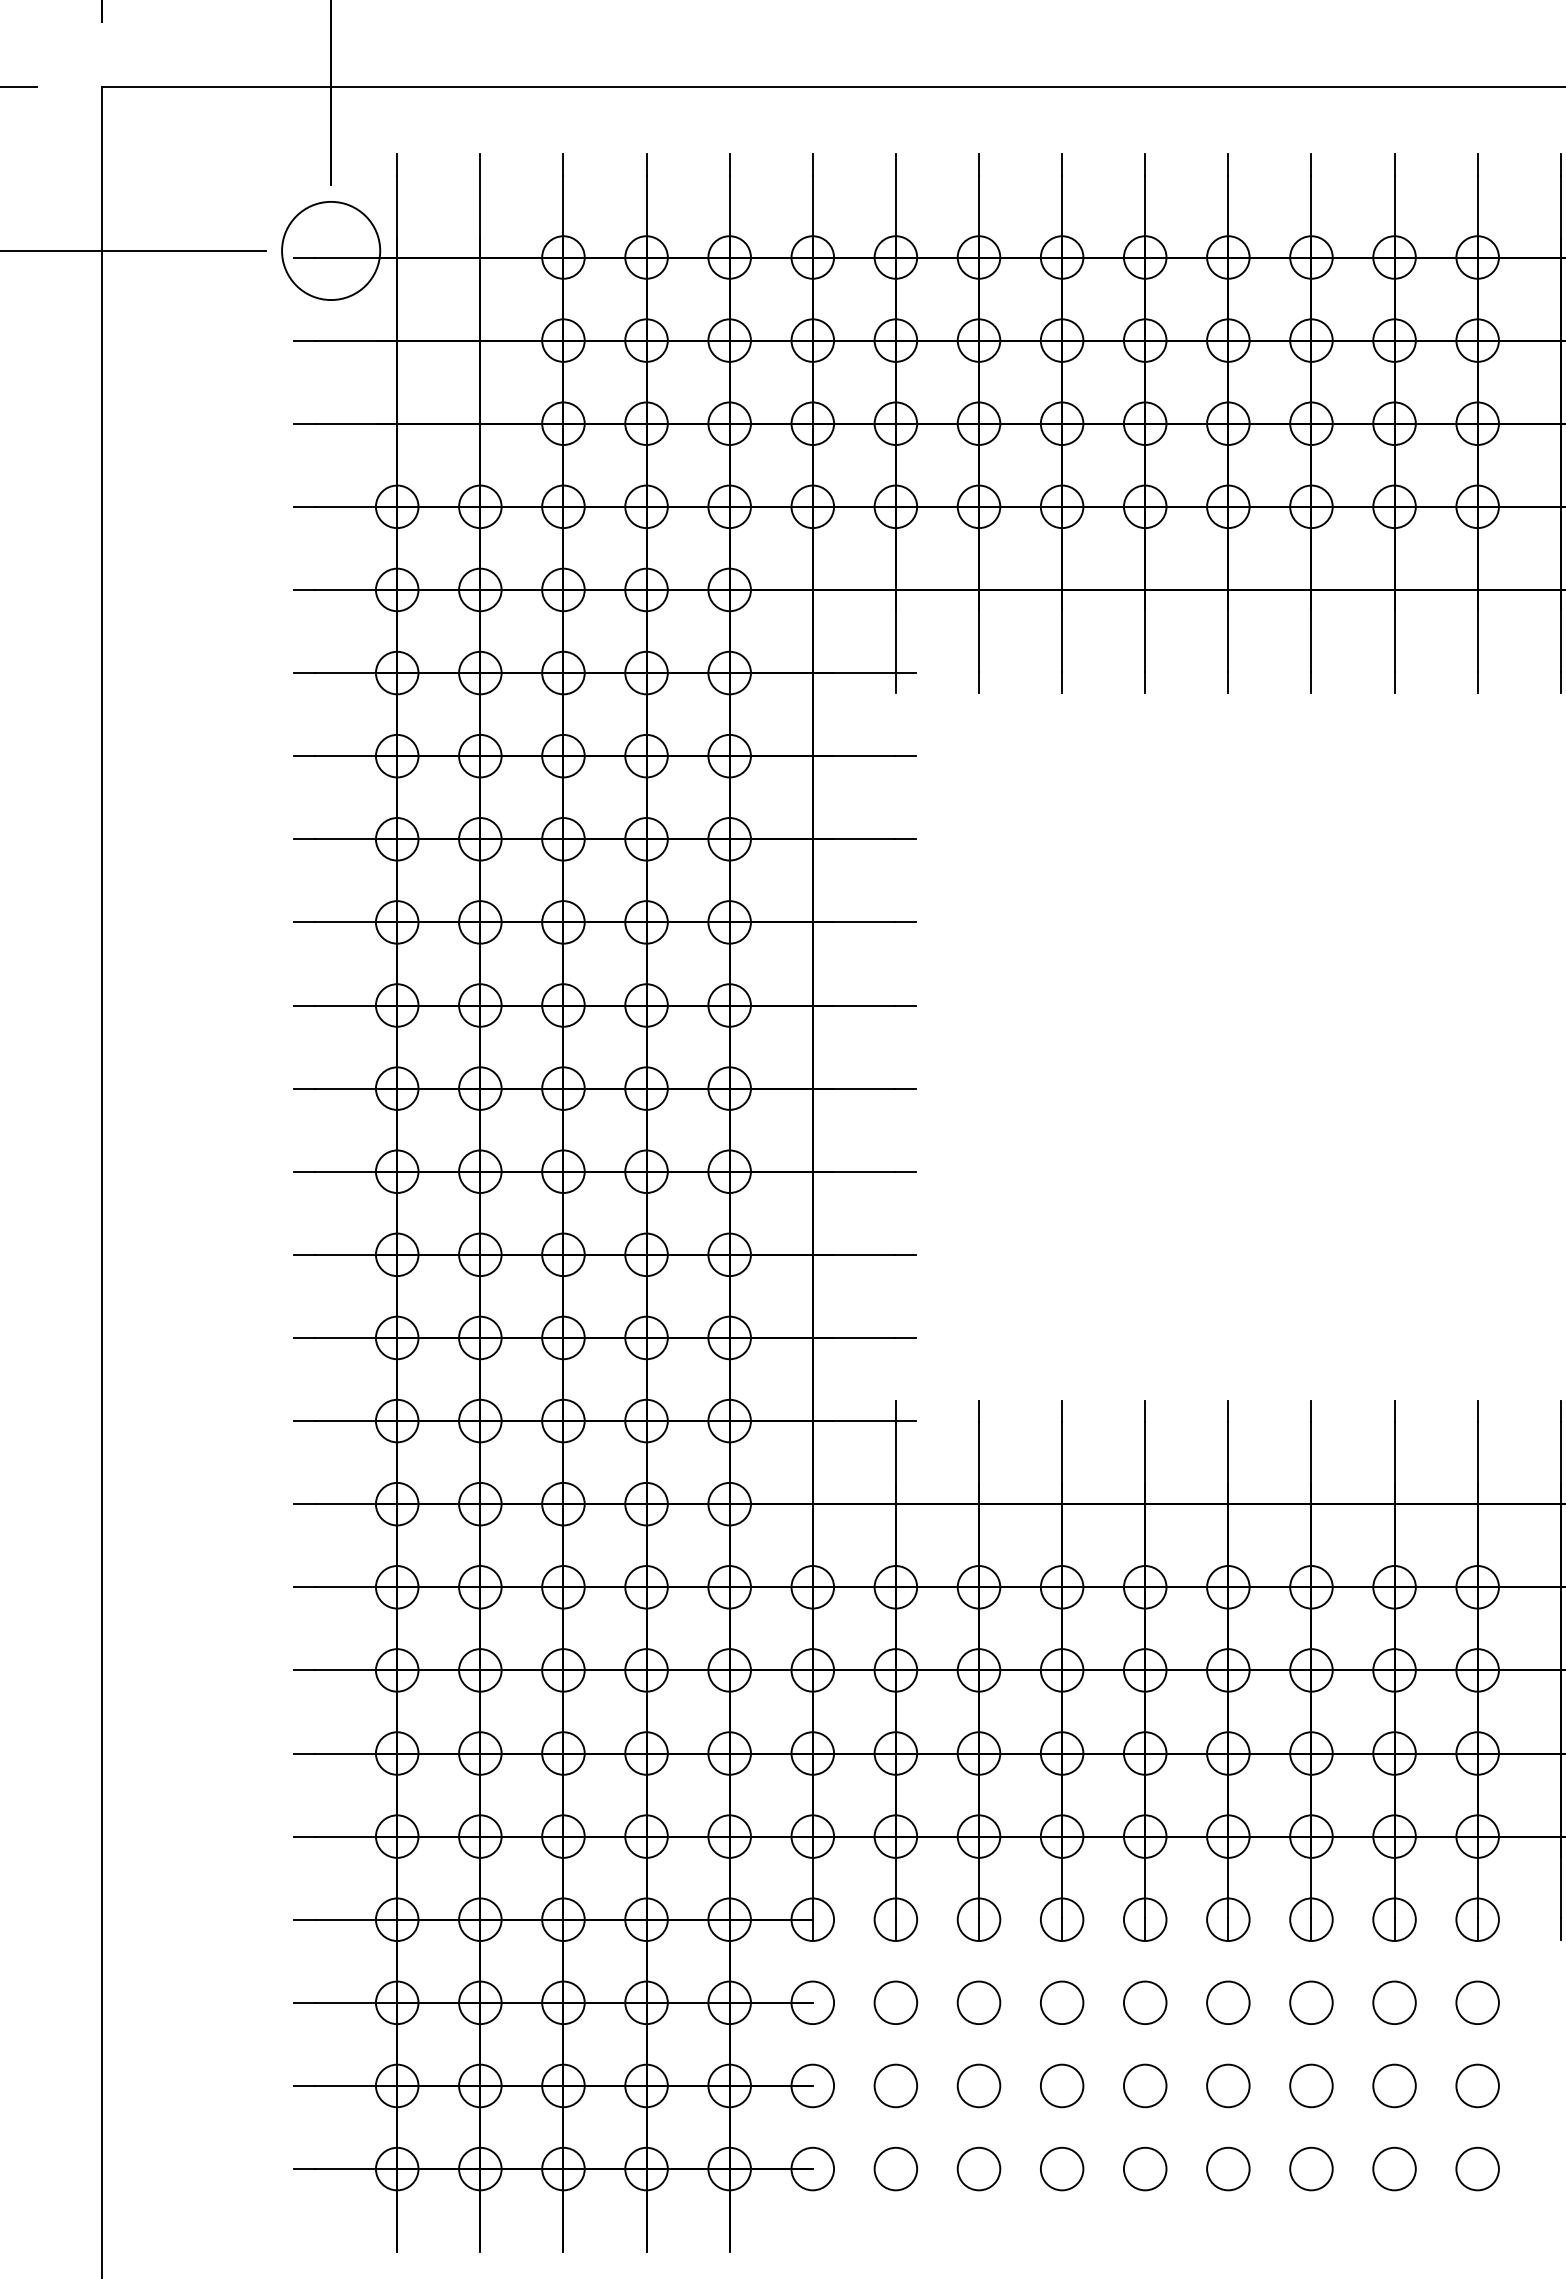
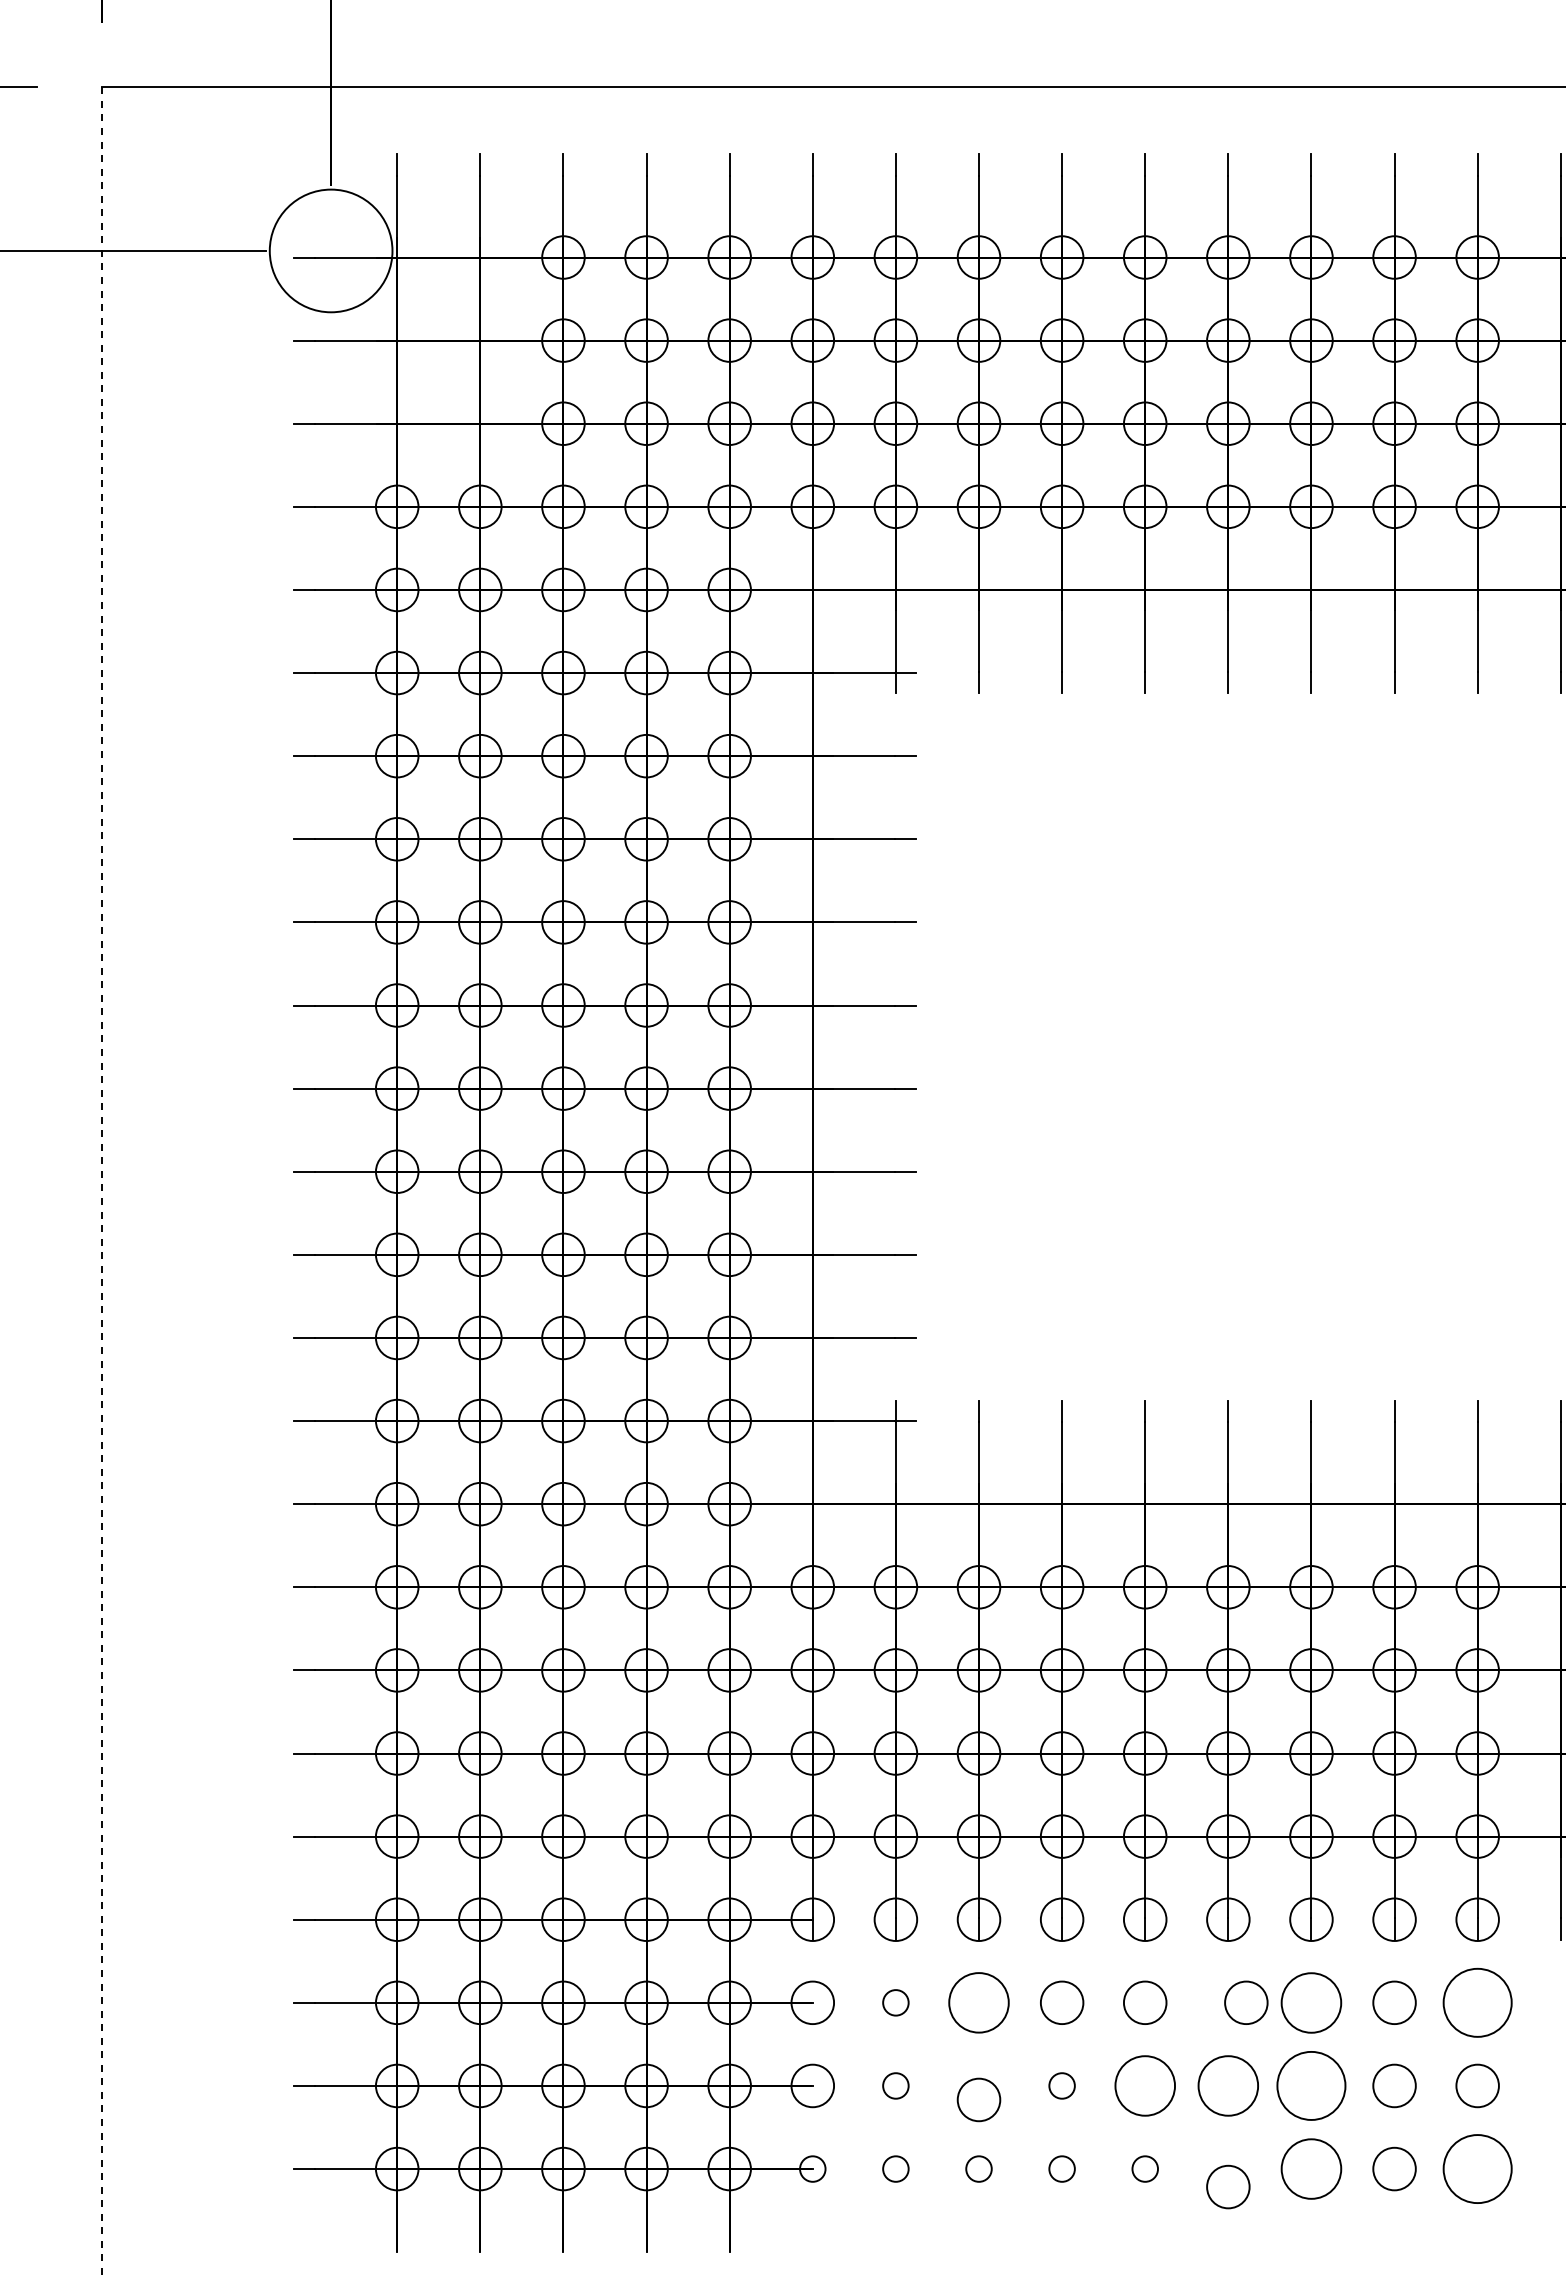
circle at (331, 250) diameter: 98 px -> 123 px
line at (102, 1183): solid -> dashed
circle at (895, 2002) diameter: 43 px -> 26 px
circle at (978, 2002) diameter: 43 px -> 60 px
circle at (1228, 2002) position: (1228, 2002) -> (1246, 2002)
circle at (1311, 2002) size: 45x45 px -> 63x62 px
circle at (1477, 2002) diameter: 43 px -> 68 px
circle at (895, 2085) diameter: 43 px -> 26 px
circle at (978, 2085) position: (978, 2085) -> (978, 2099)
circle at (1061, 2085) diameter: 43 px -> 26 px
circle at (1144, 2085) diameter: 43 px -> 60 px
circle at (1228, 2085) diameter: 43 px -> 60 px
circle at (1311, 2085) size: 45x46 px -> 71x70 px
circle at (812, 2168) diameter: 43 px -> 26 px
circle at (895, 2168) diameter: 43 px -> 26 px
circle at (978, 2168) diameter: 43 px -> 26 px
circle at (1061, 2168) diameter: 43 px -> 26 px
circle at (1144, 2168) diameter: 43 px -> 26 px
circle at (1228, 2168) position: (1228, 2168) -> (1228, 2186)
circle at (1311, 2168) diameter: 43 px -> 60 px
circle at (1477, 2168) diameter: 43 px -> 68 px
